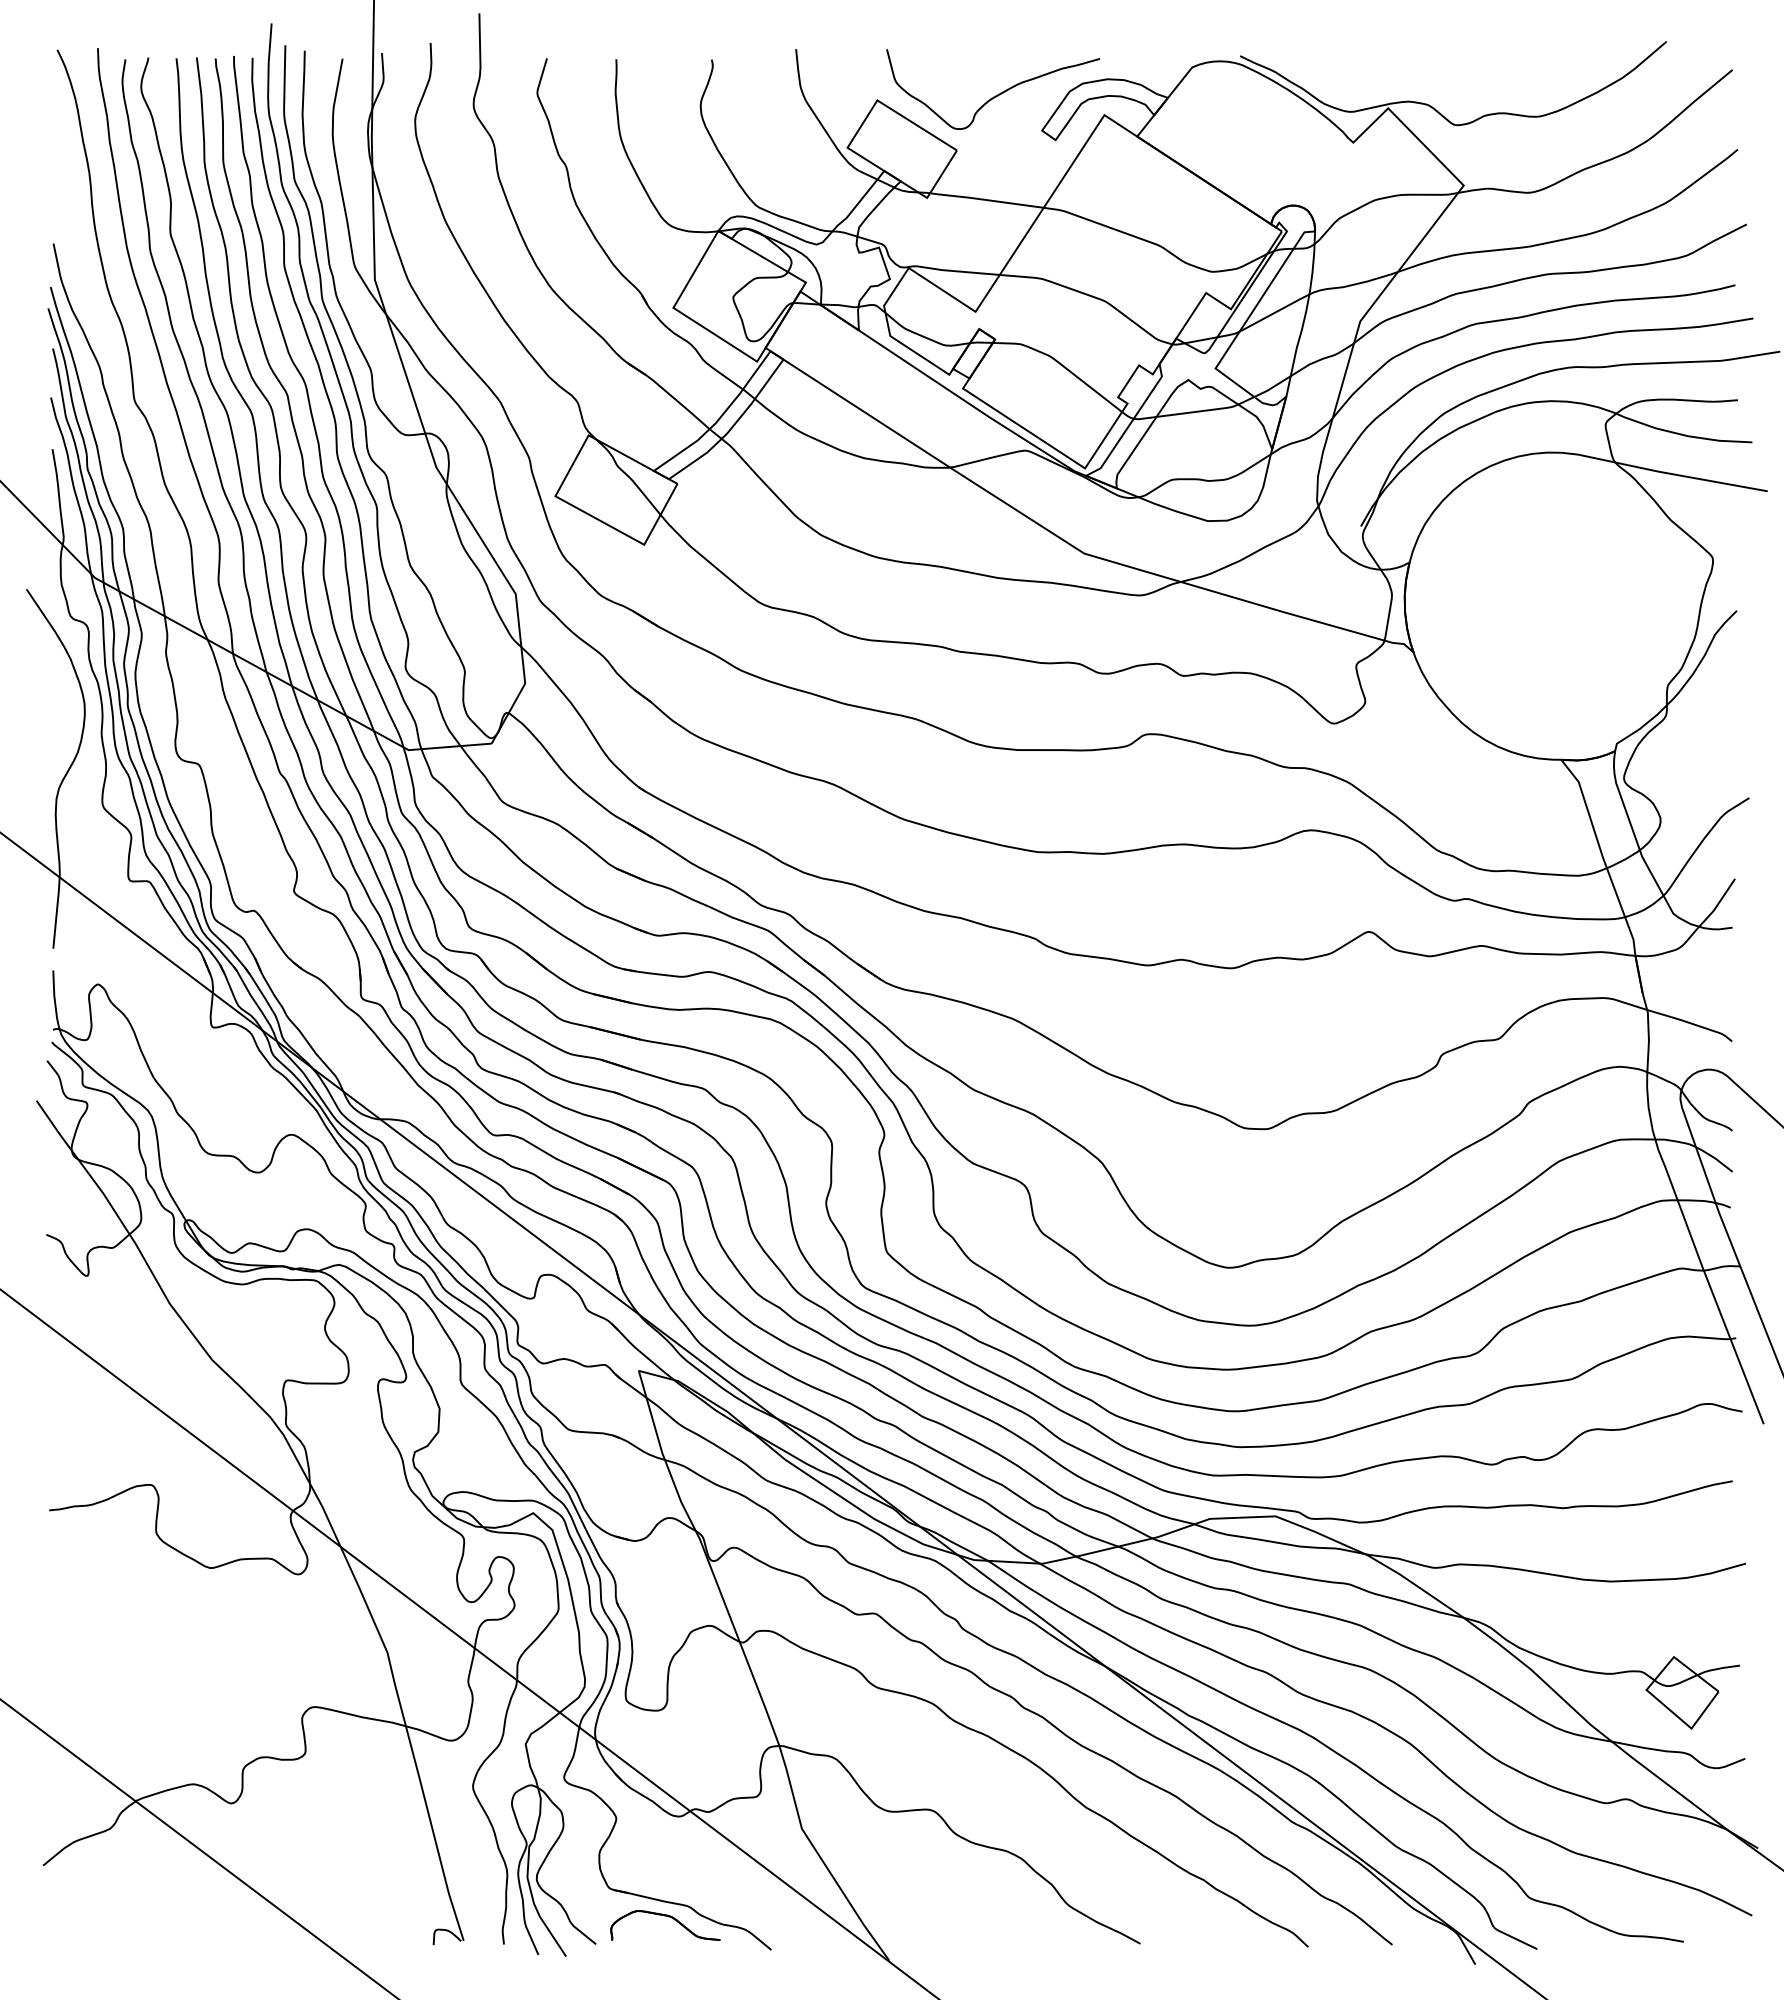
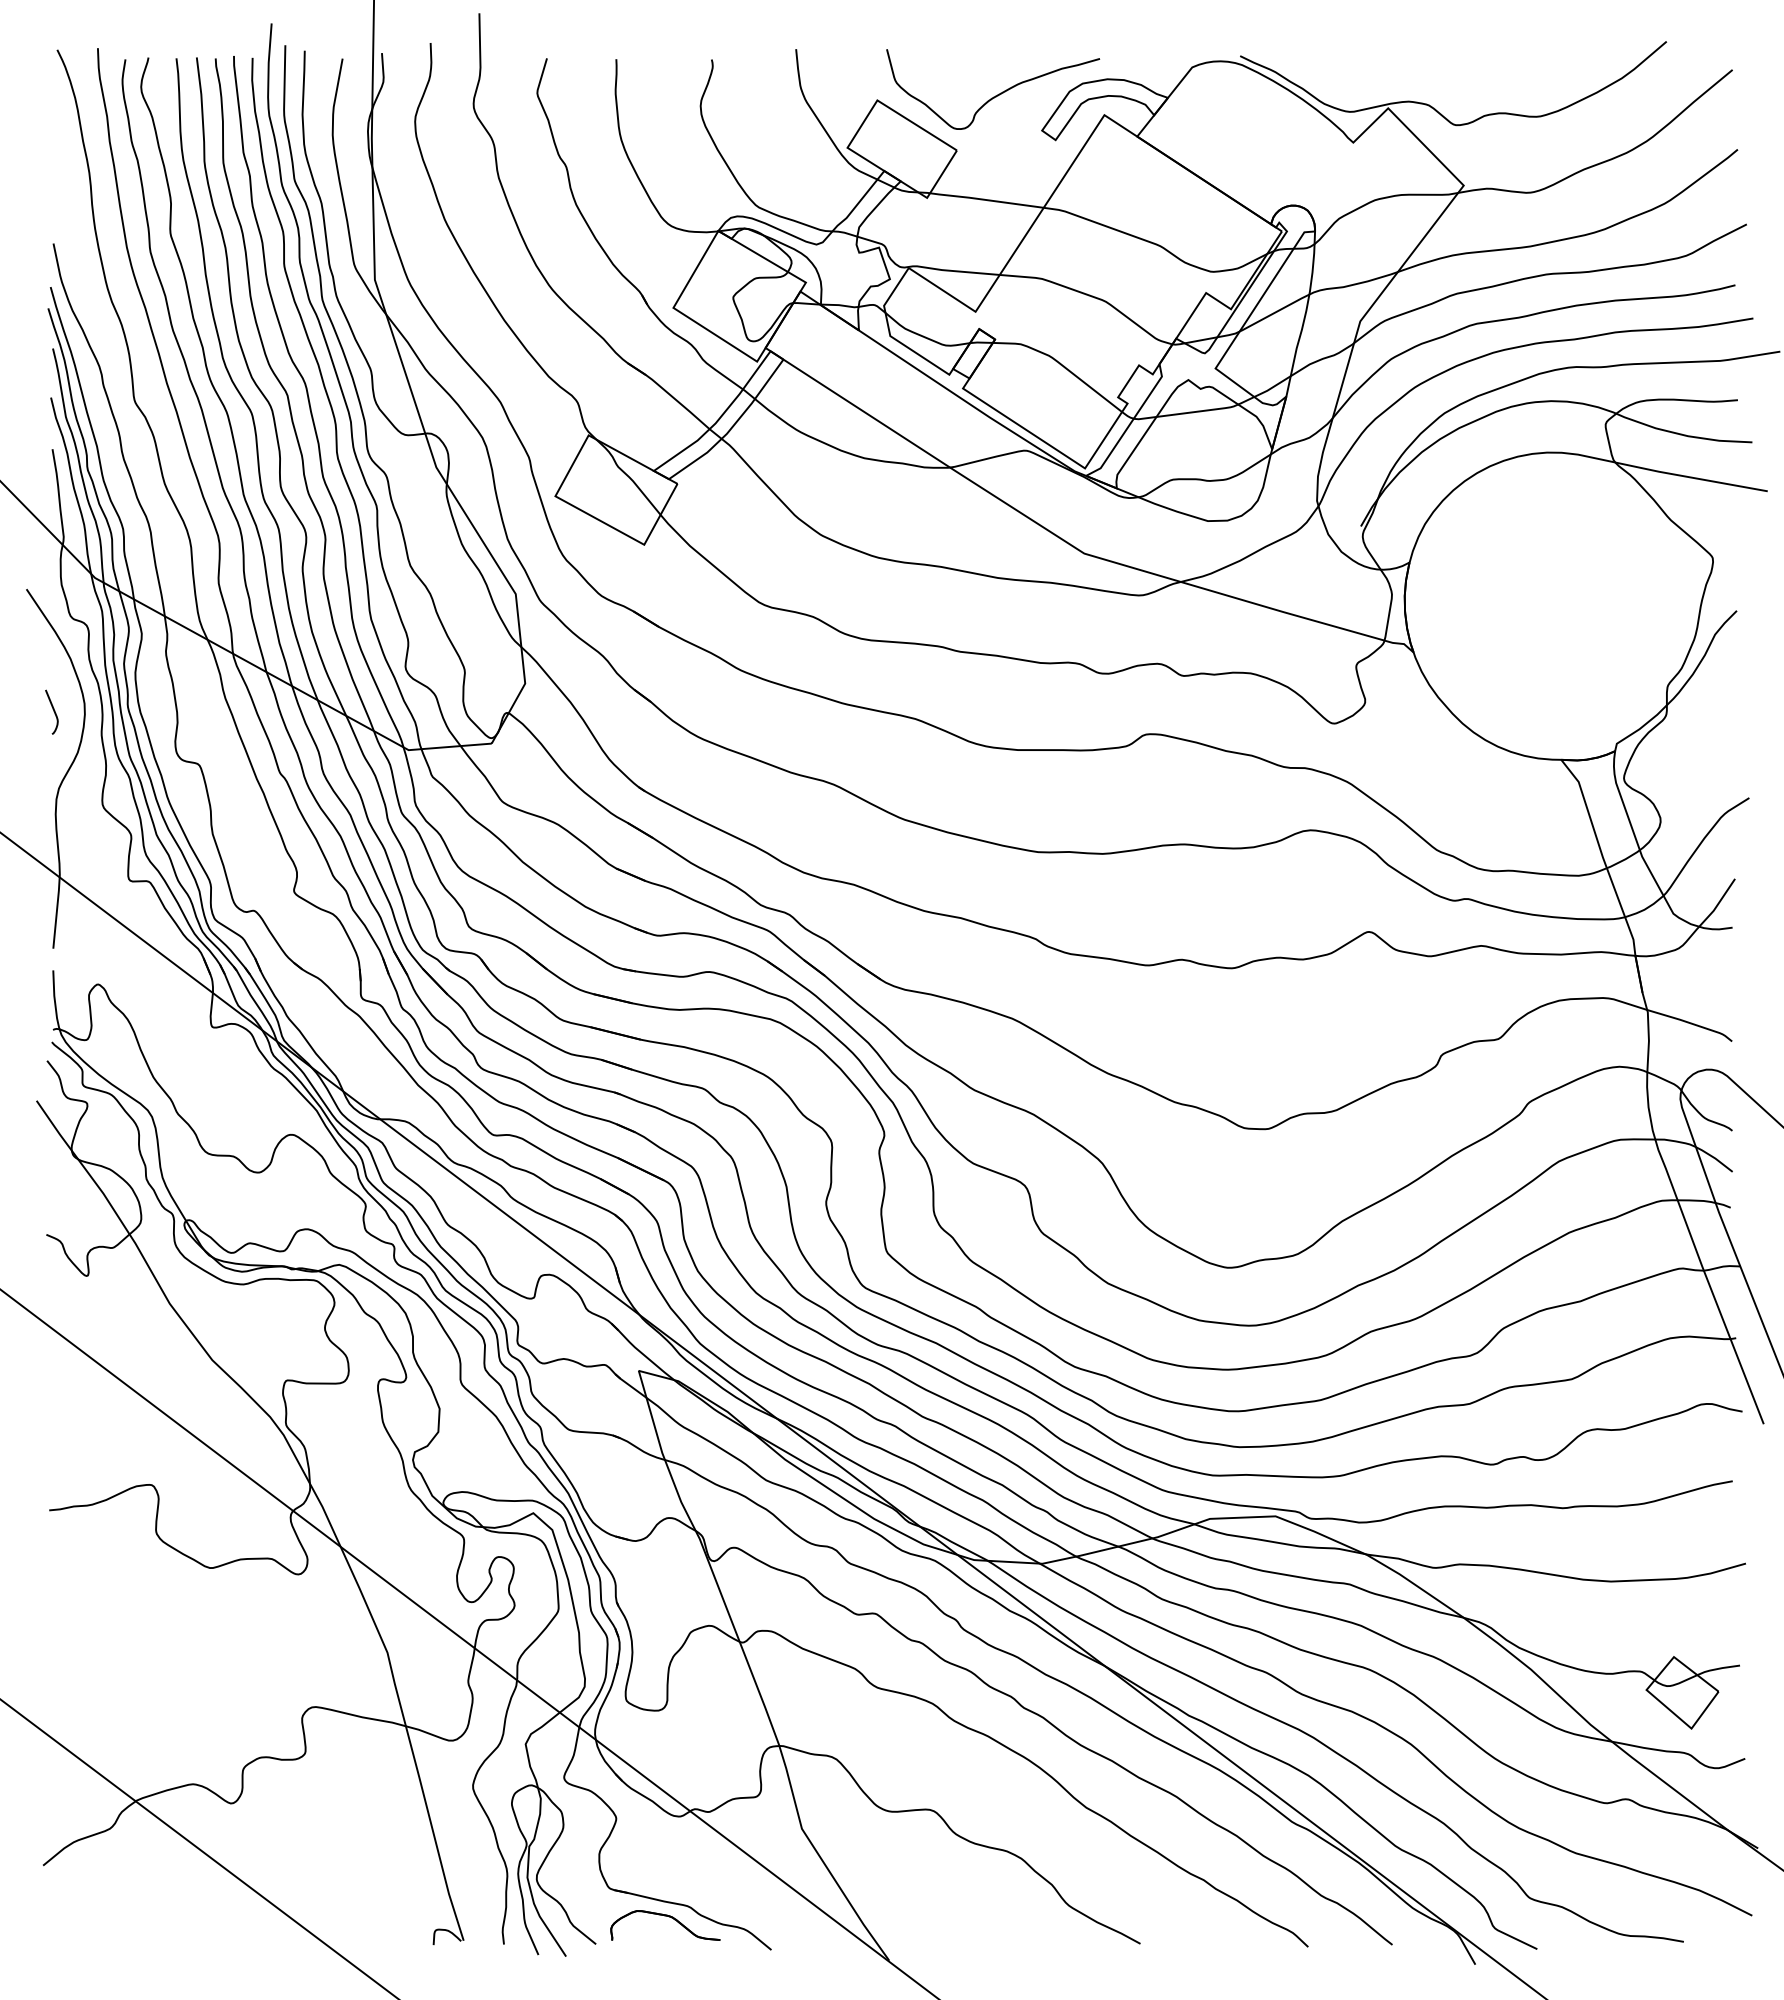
curve at (53, 711): none -> present
